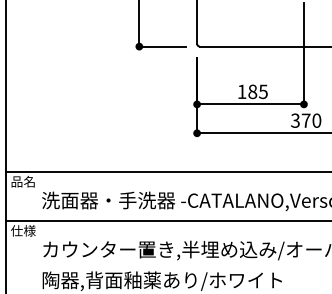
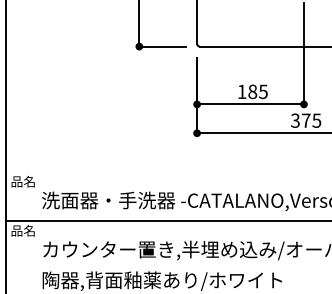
text at (316, 120): 370 -> 375
line at (167, 172): present -> none
text at (23, 230): 仕様 -> 品名
